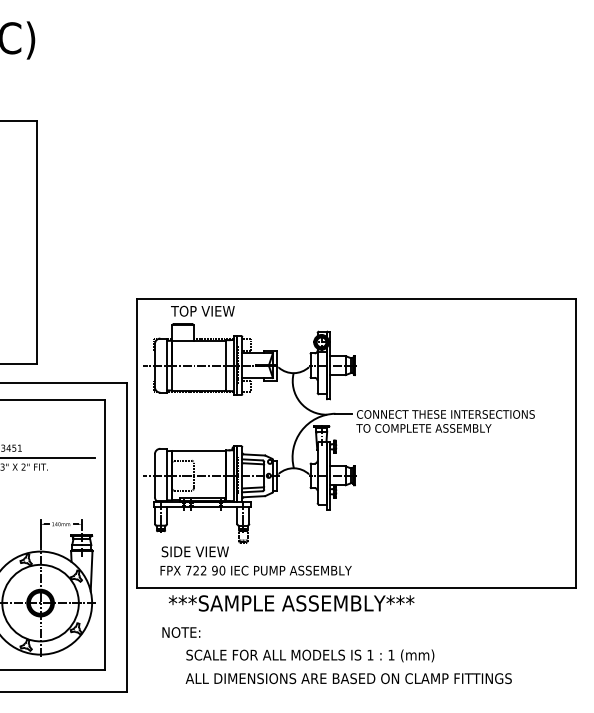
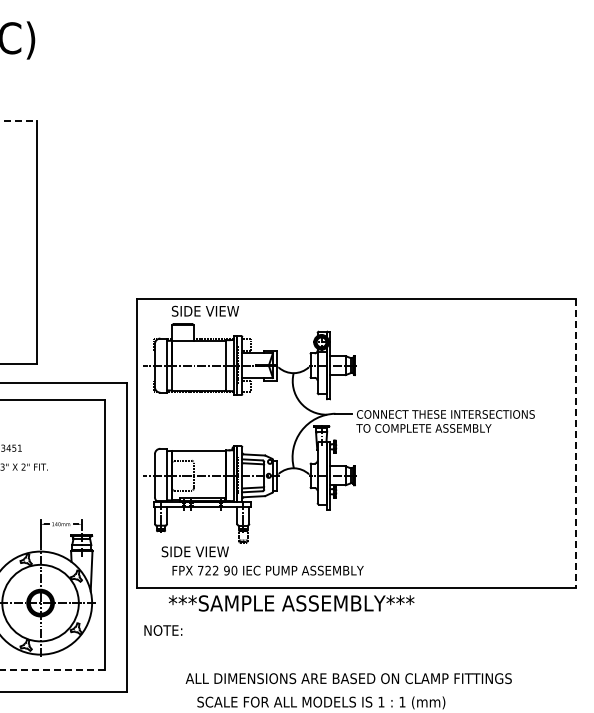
line at (19, 120): solid -> dashed
text at (204, 310): TOP VIEW -> SIDE VIEW
line at (575, 443): solid -> dashed
line at (48, 458): present -> none
text at (255, 570) position: (255, 570) -> (267, 570)
text at (181, 632) position: (181, 632) -> (163, 630)
text at (310, 655) position: (310, 655) -> (321, 702)
line at (51, 669): solid -> dashed
